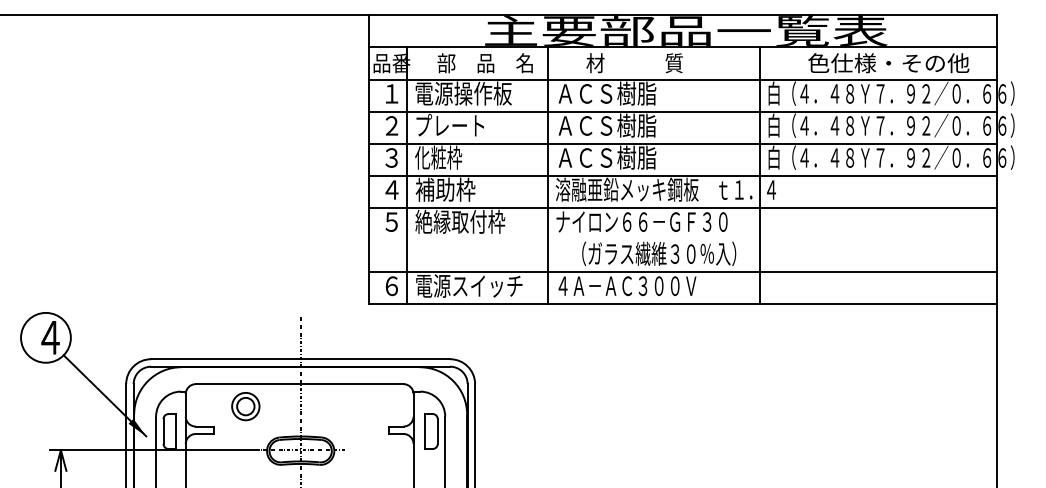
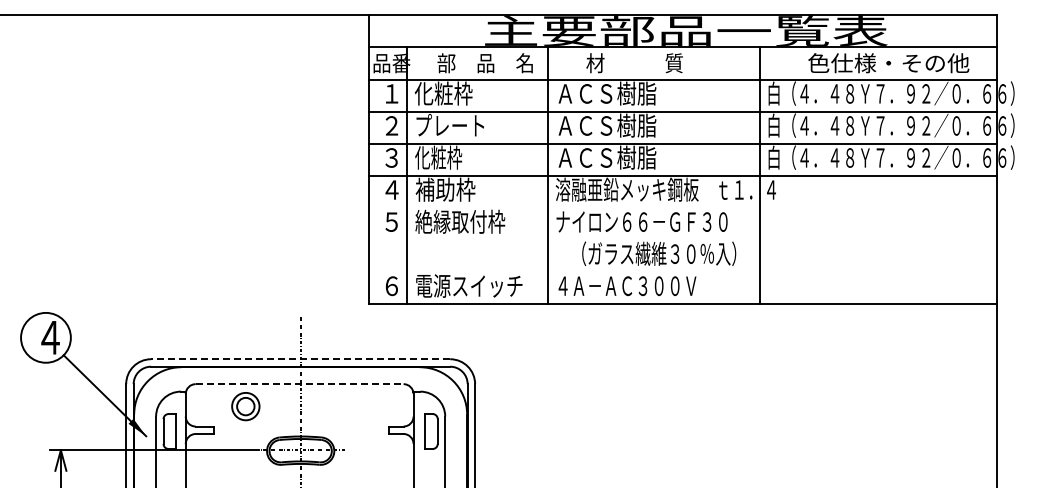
text at (462, 93): 電源操作板 -> 化粧枠
line at (682, 207): present -> none
line at (682, 271): present -> none
line at (300, 359): solid -> dashed
line at (299, 384): solid -> dashed
